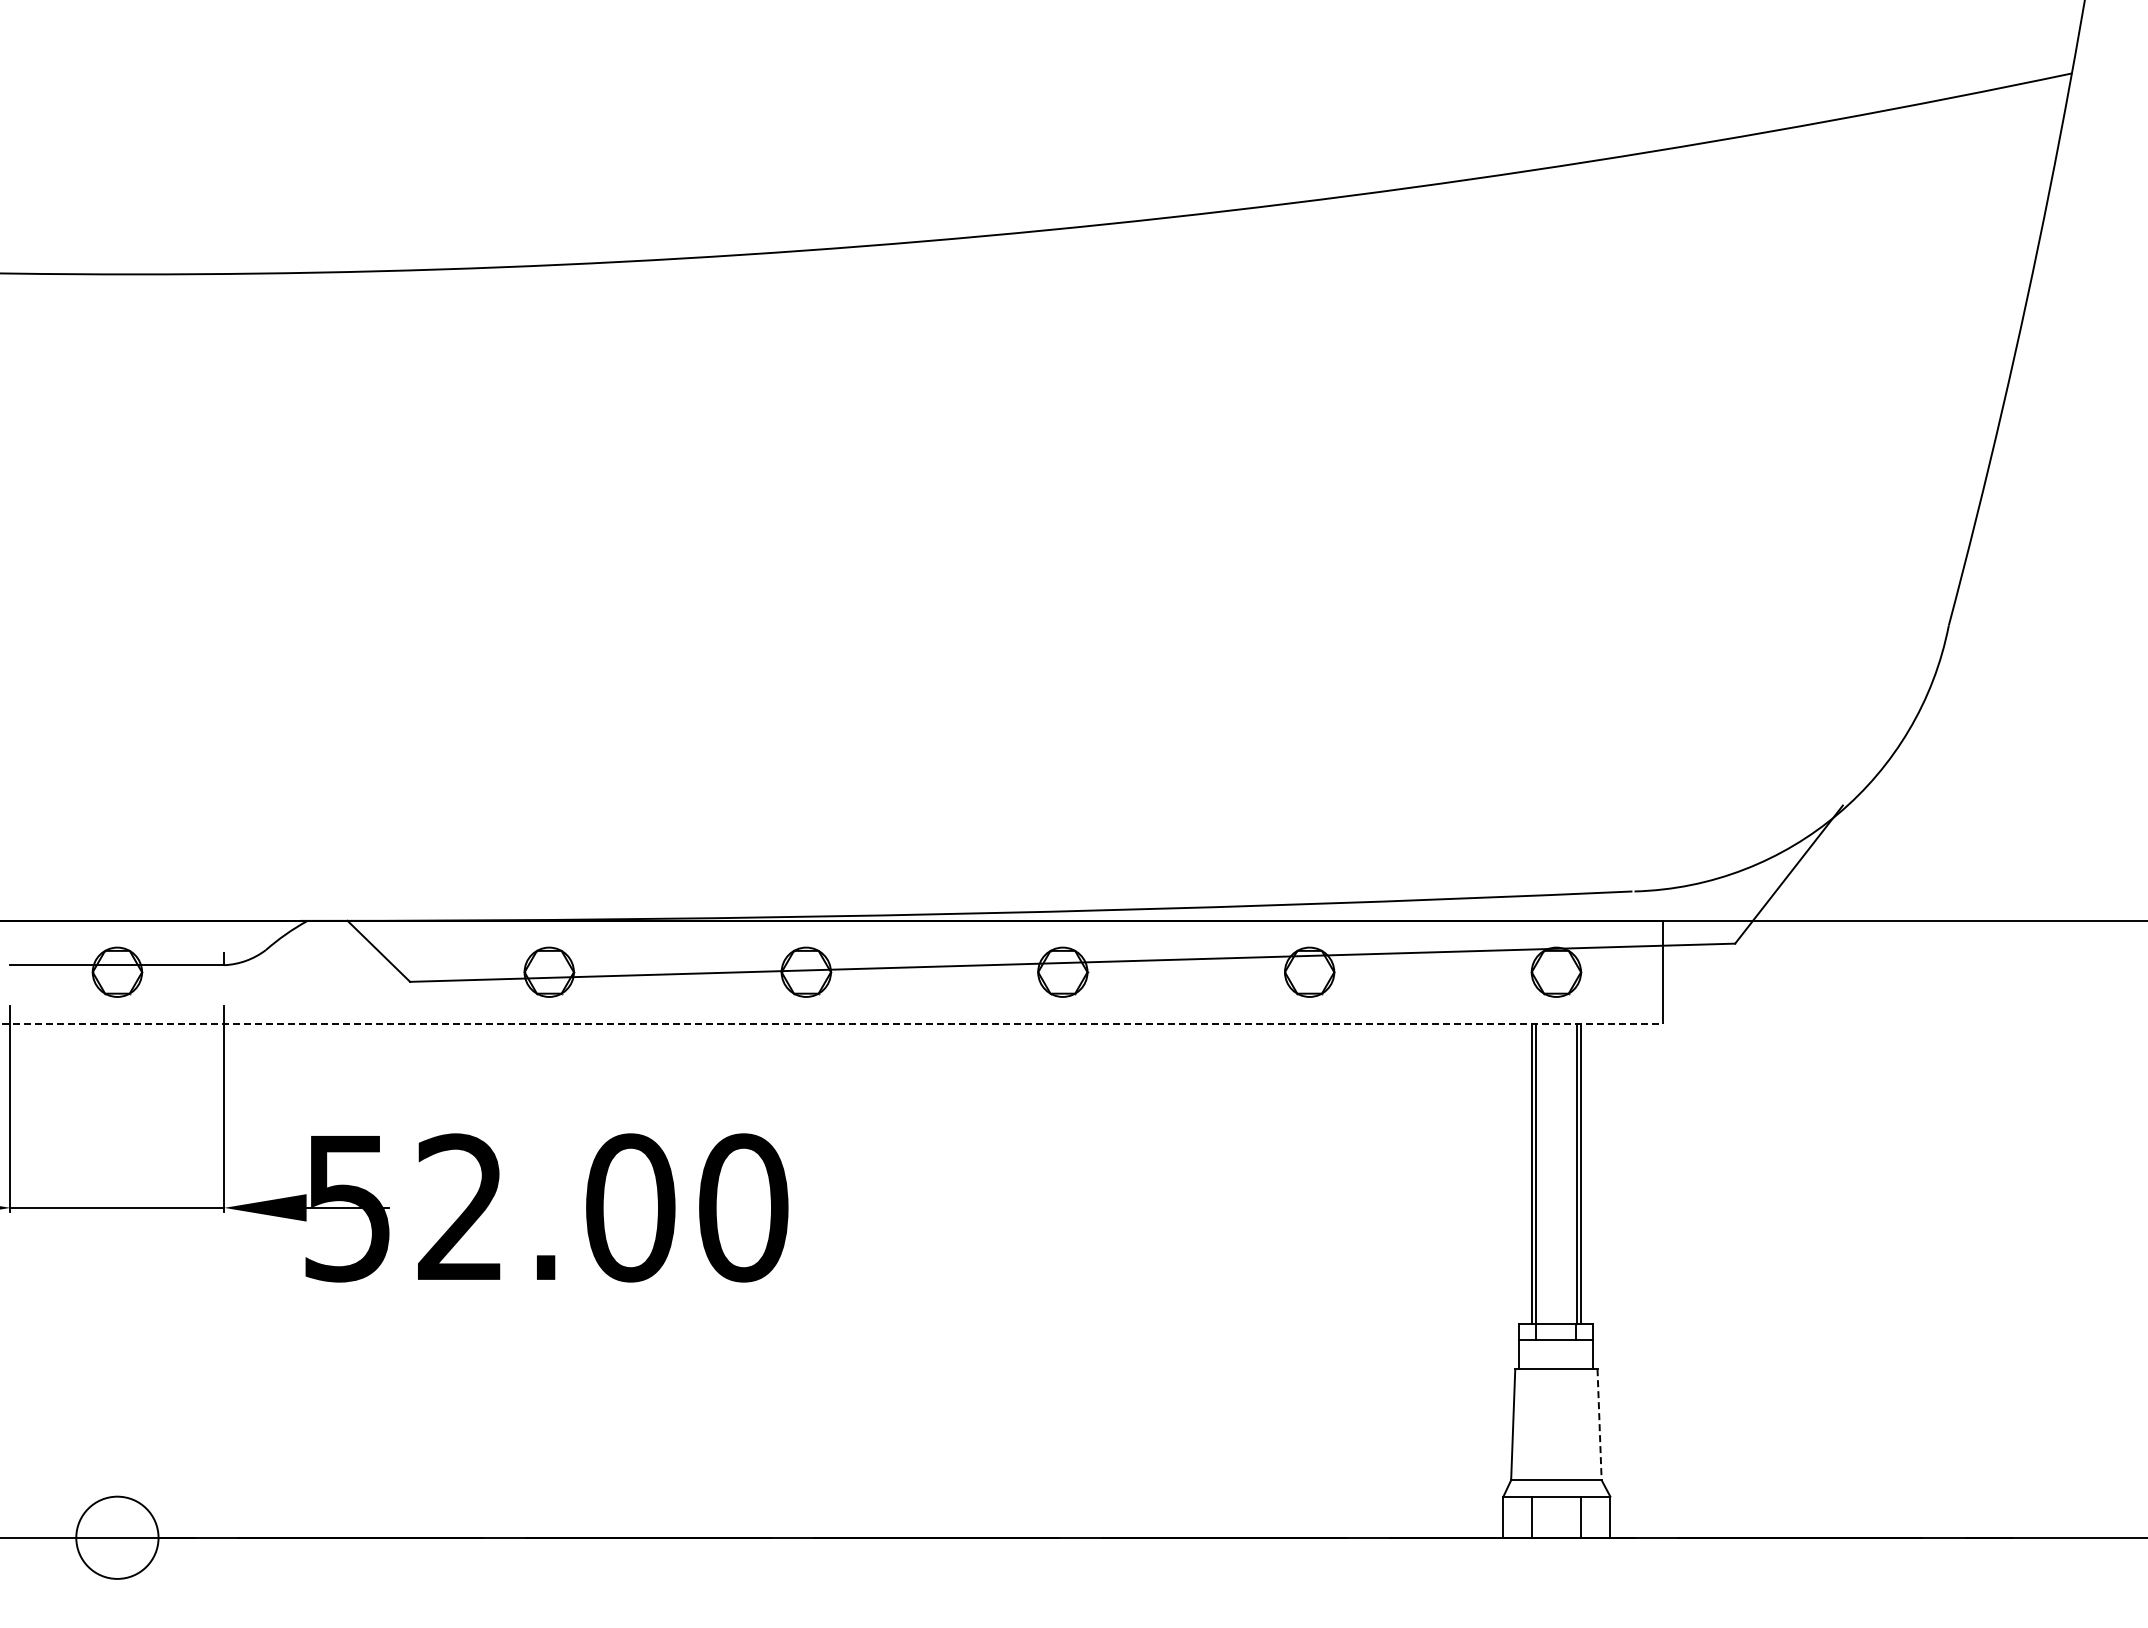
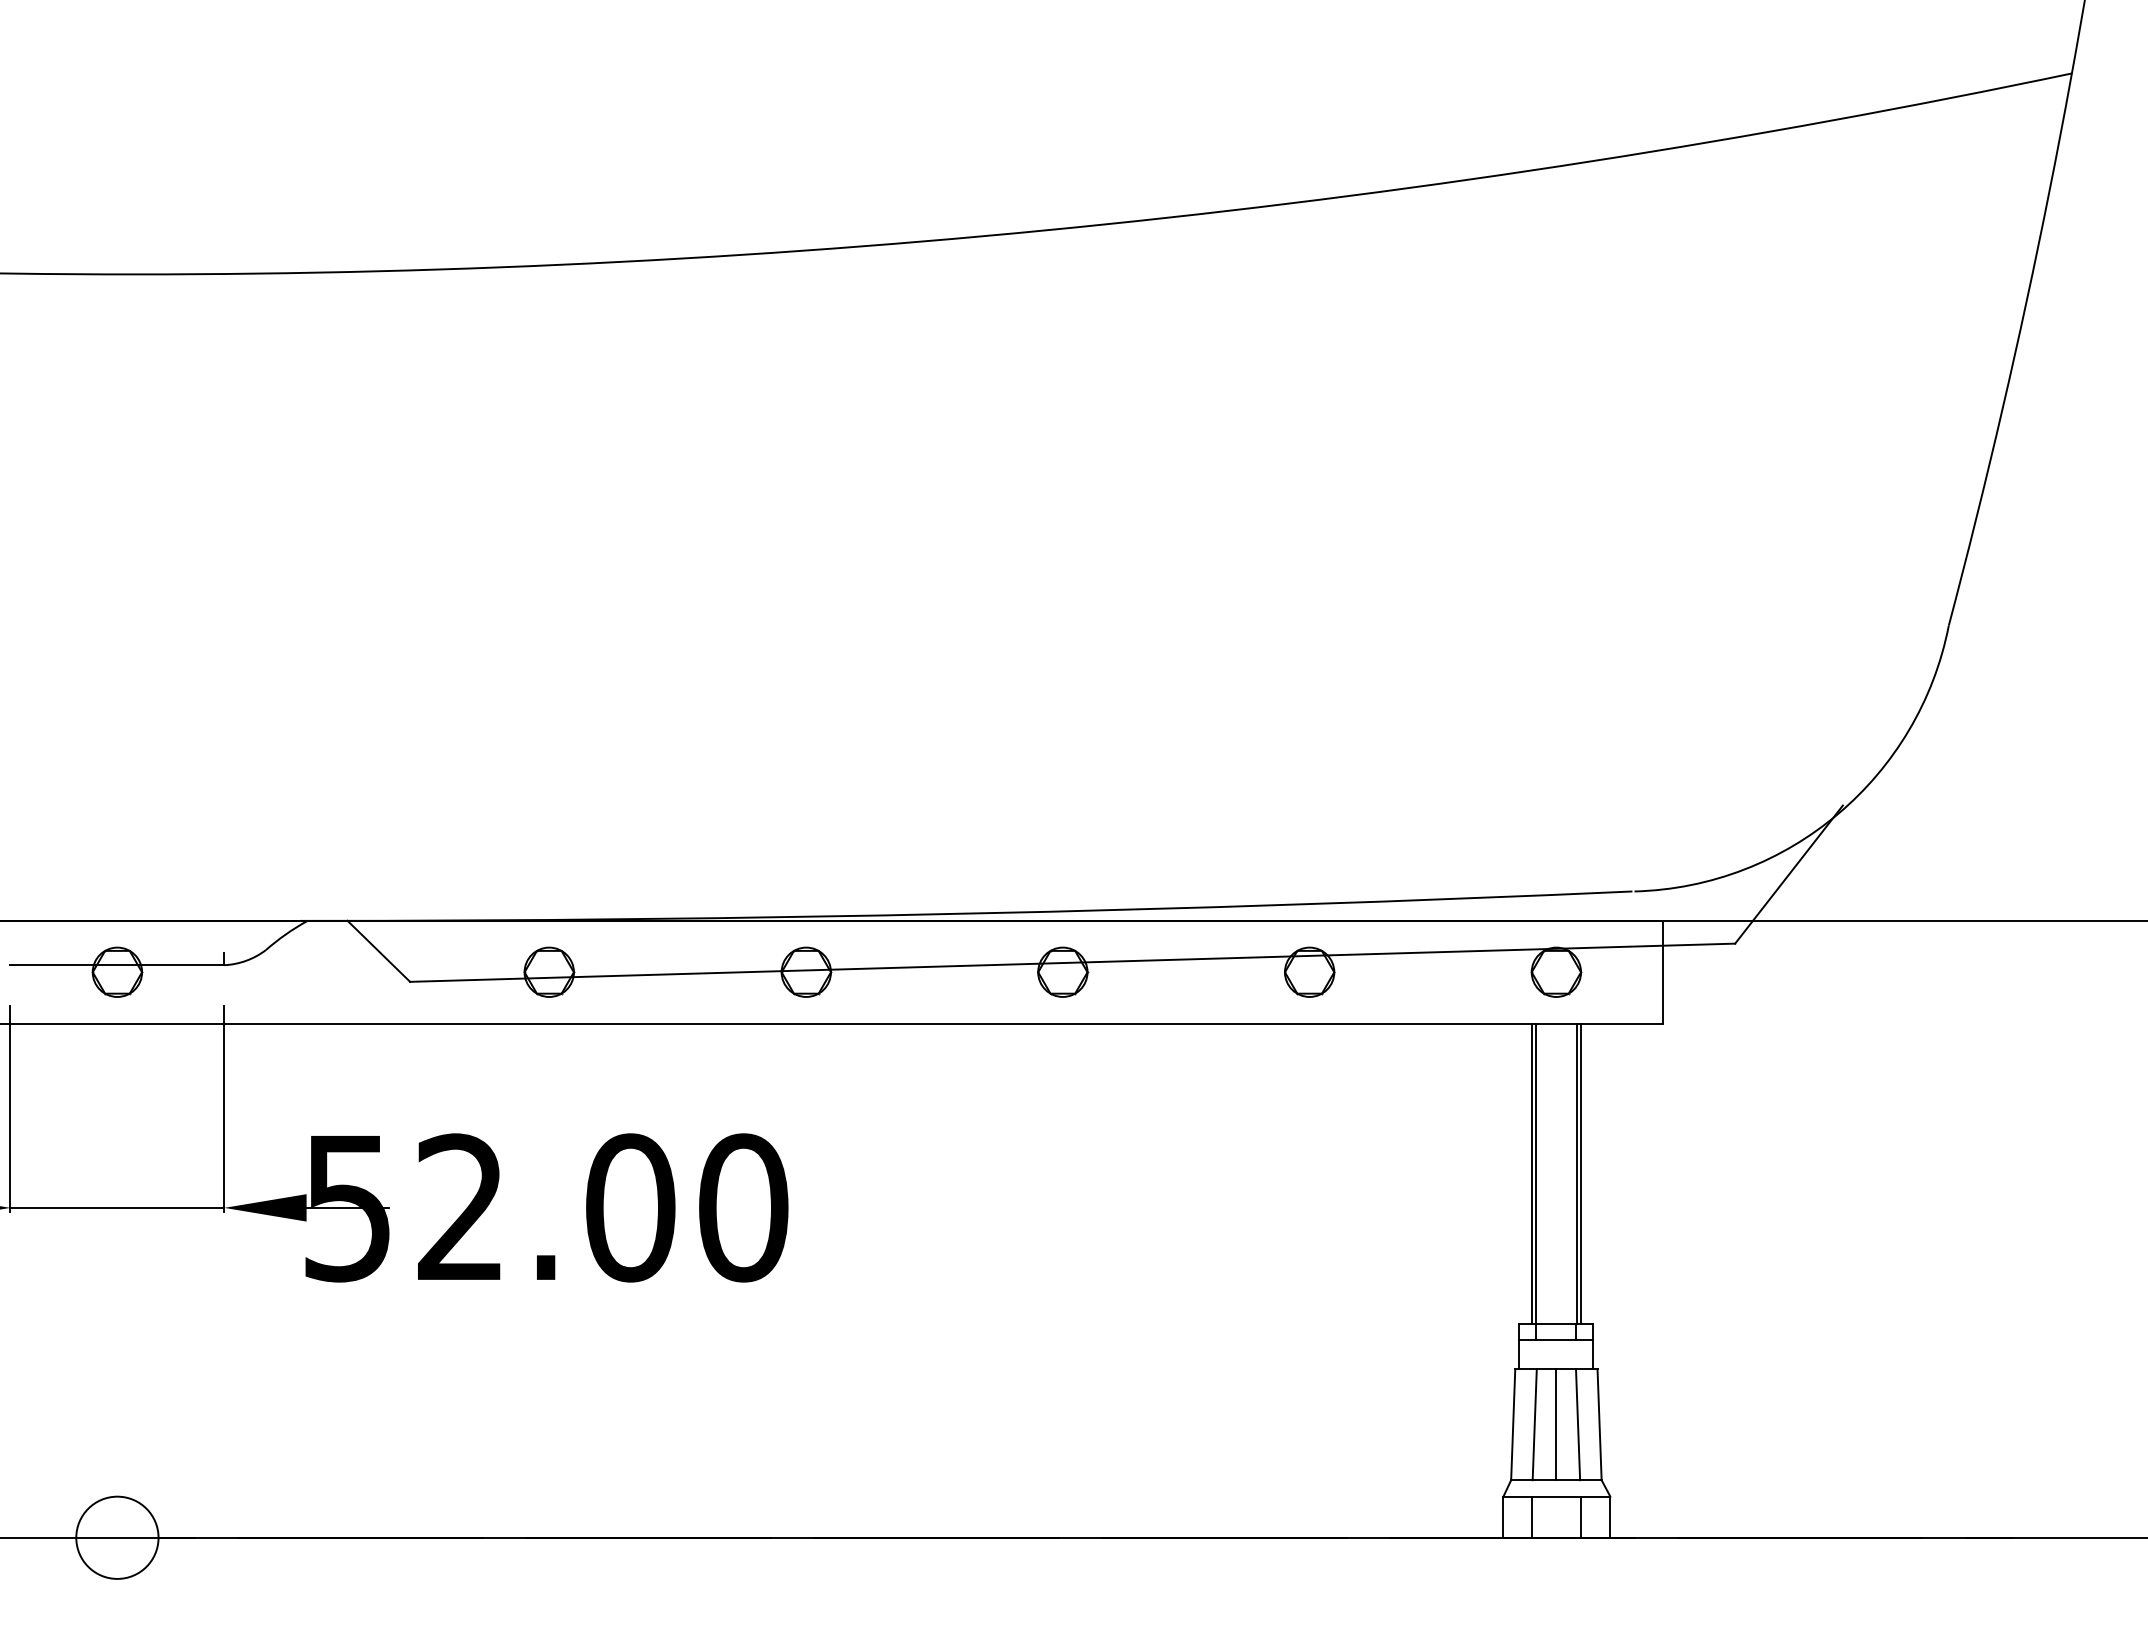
line at (832, 1023): dashed -> solid
line at (1534, 1424): none -> present
line at (1556, 1424): none -> present
line at (1578, 1424): none -> present
line at (1599, 1424): dashed -> solid
